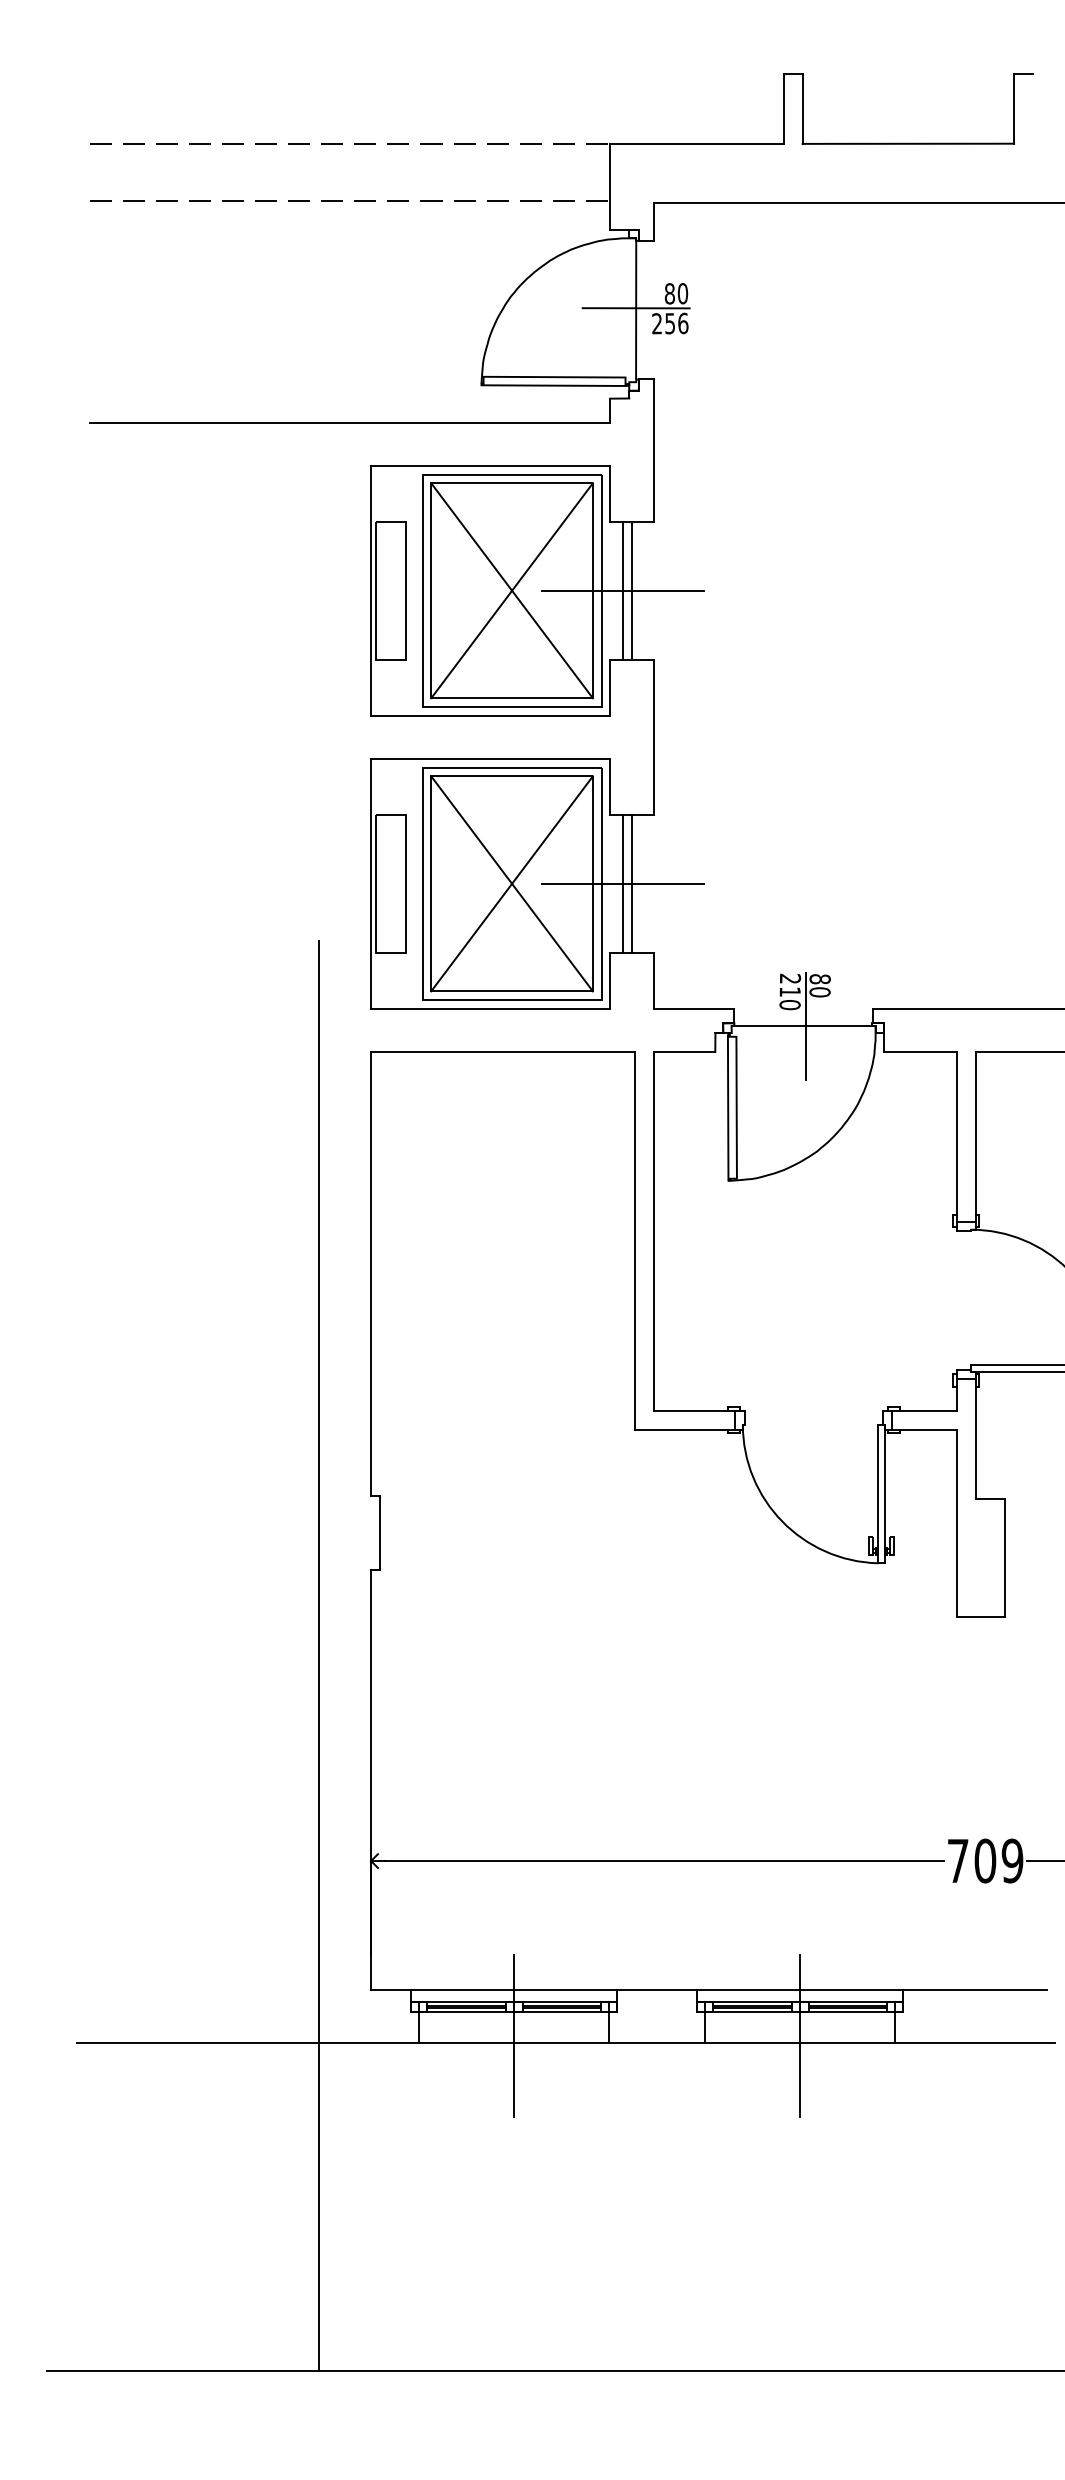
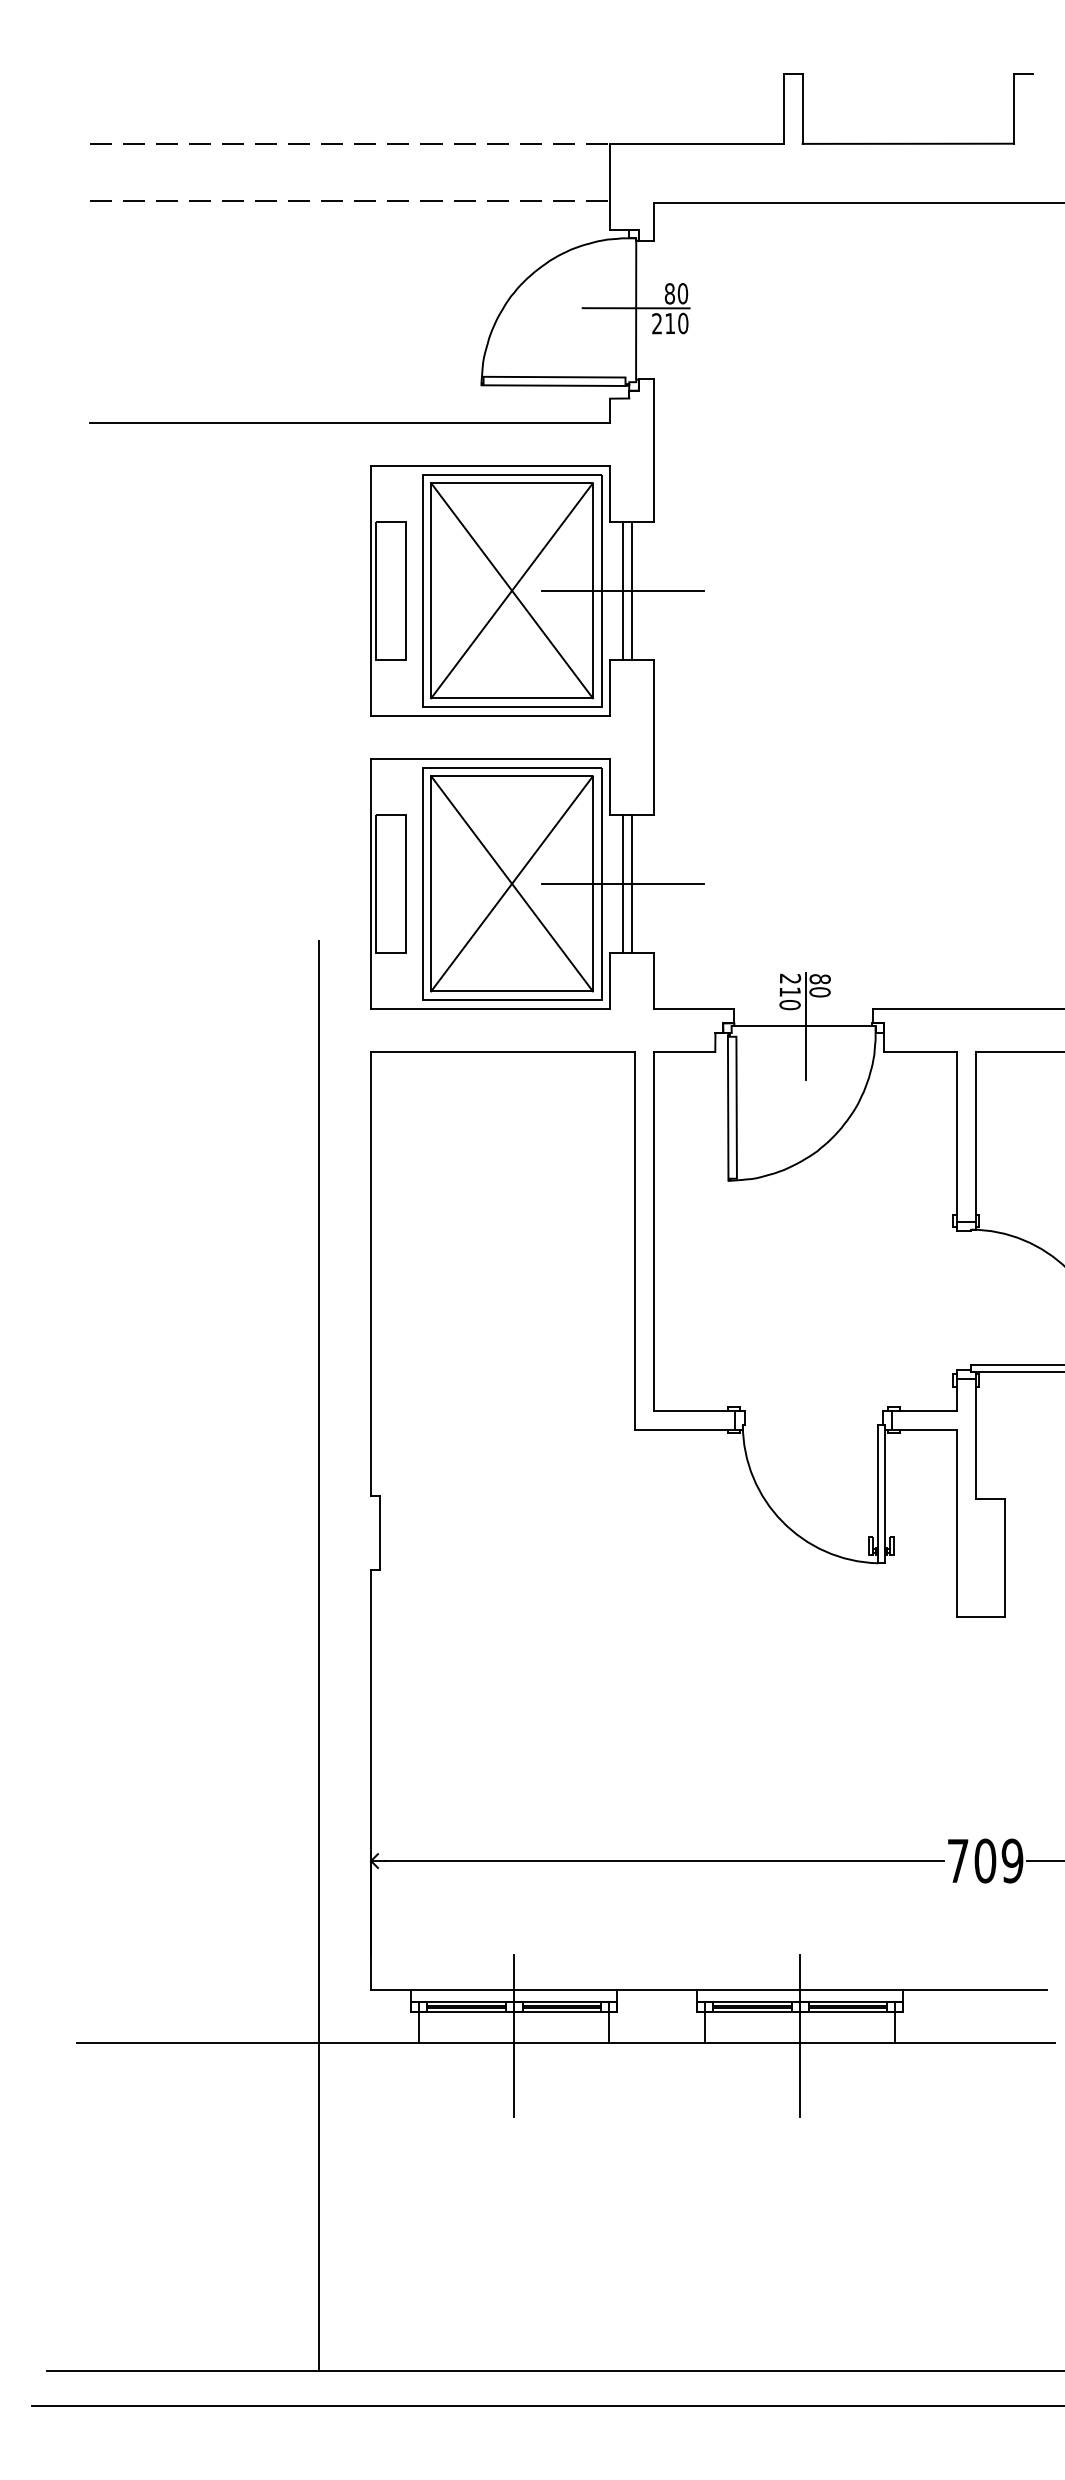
text at (676, 323): 256 -> 210
line at (546, 2405): none -> present
